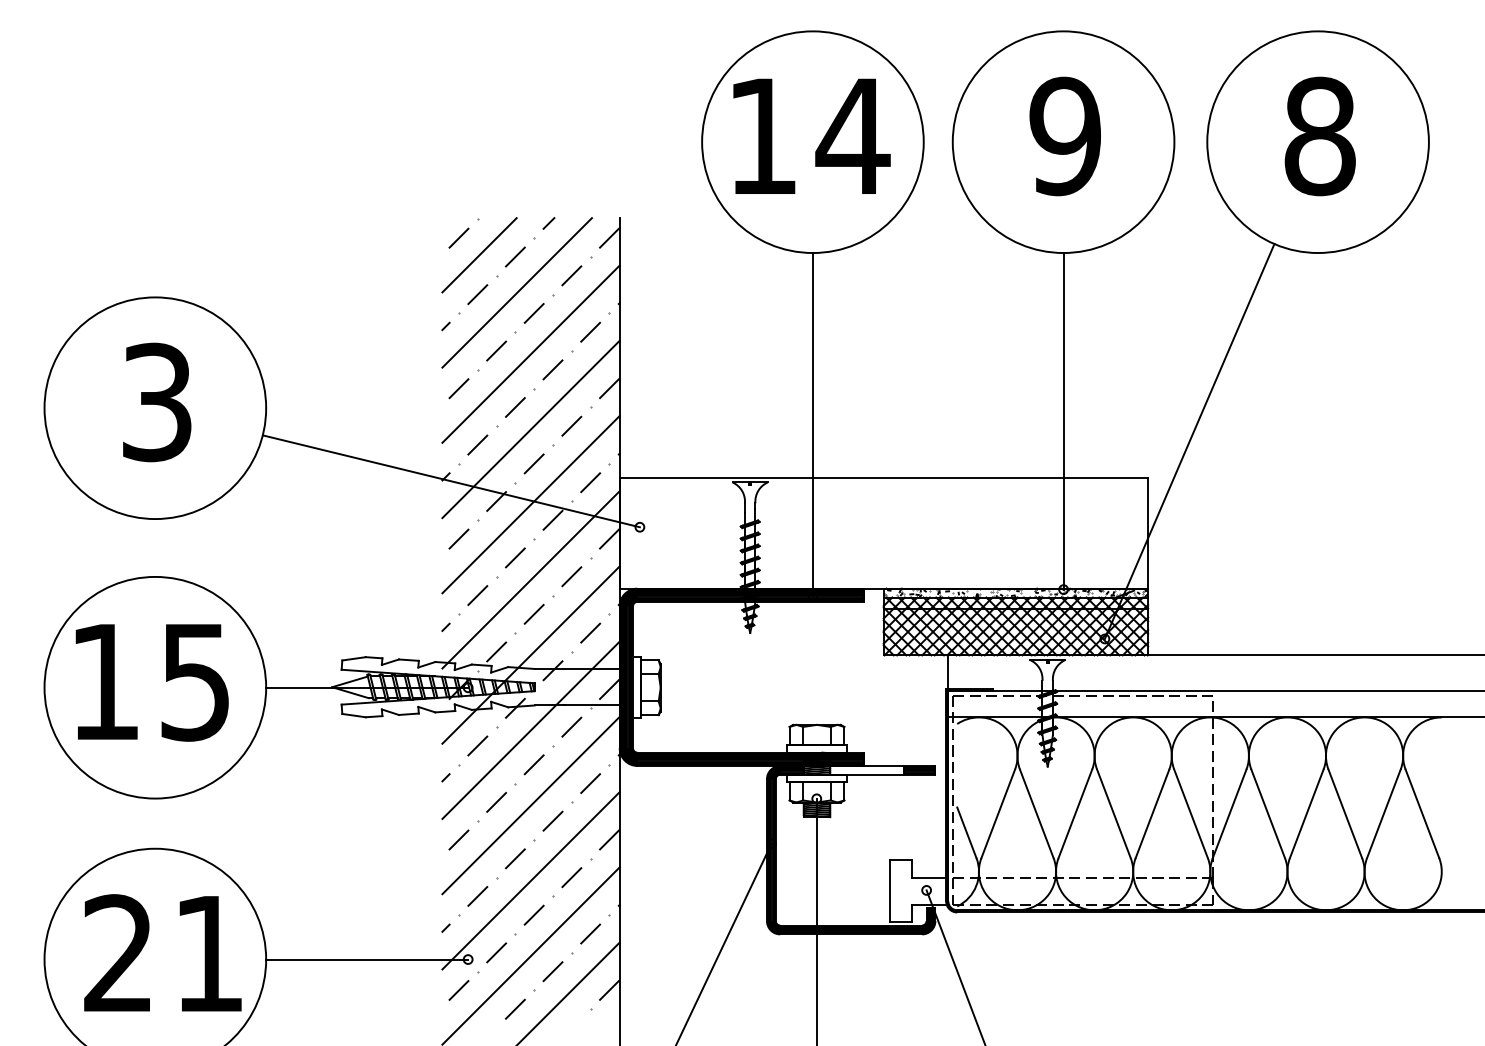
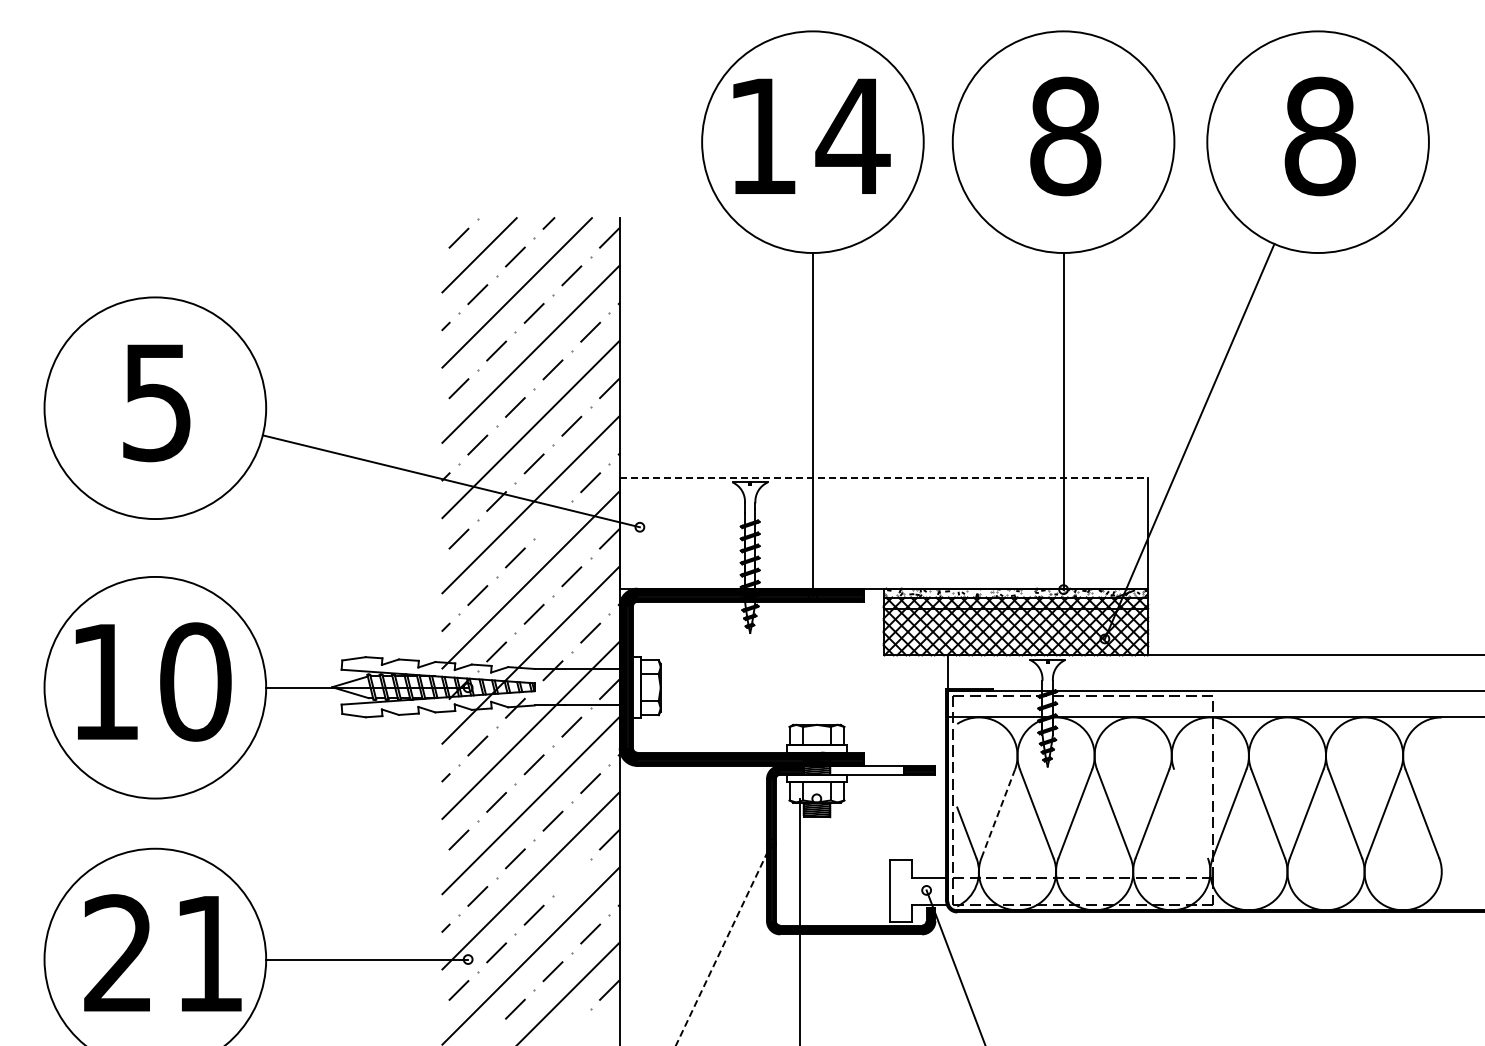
text at (1065, 136): 9 -> 8
text at (157, 401): 3 -> 5
line at (884, 477): solid -> dashed
line at (552, 519): present -> none
text at (195, 681): 15 -> 10
line at (998, 813): solid -> dashed
line at (1190, 813): present -> none
line at (571, 877): present -> none
line at (816, 920) position: (816, 920) -> (799, 920)
line at (723, 944): solid -> dashed
